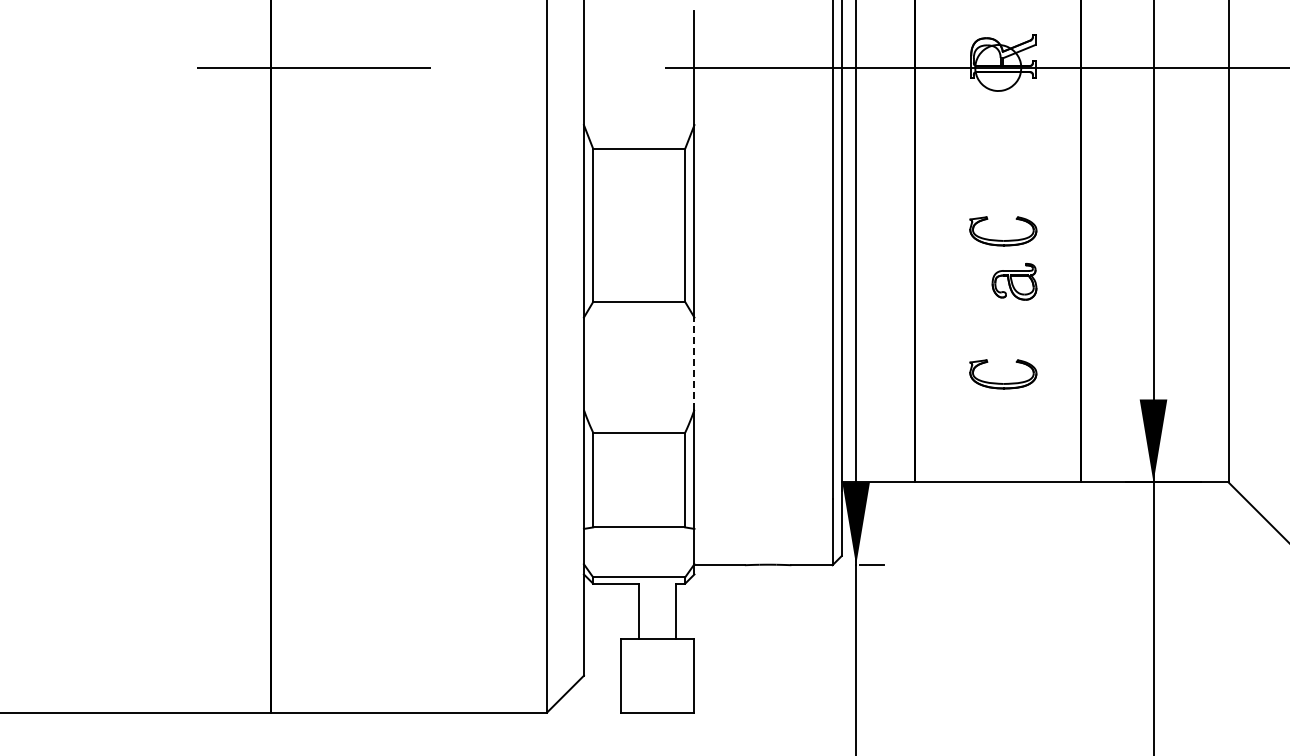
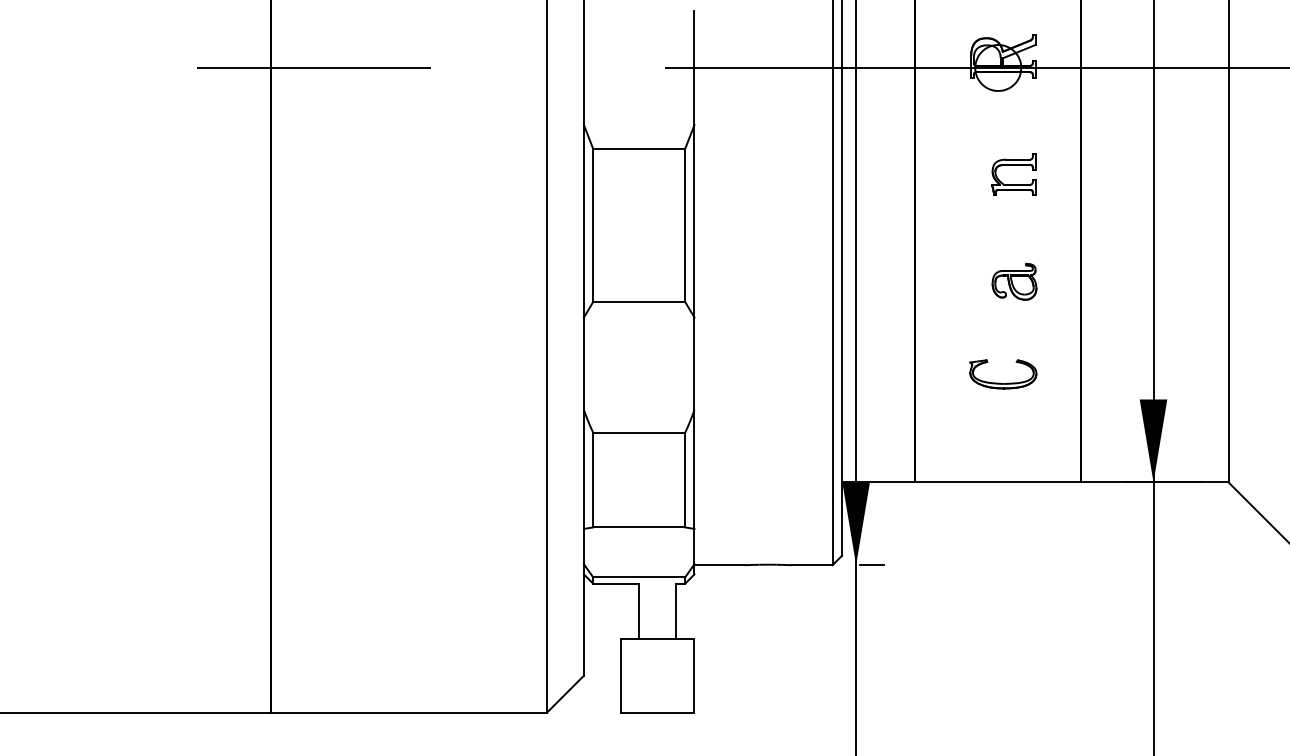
part at (1013, 165): none -> present
part at (1000, 239): present -> none
line at (694, 363): dashed -> solid
